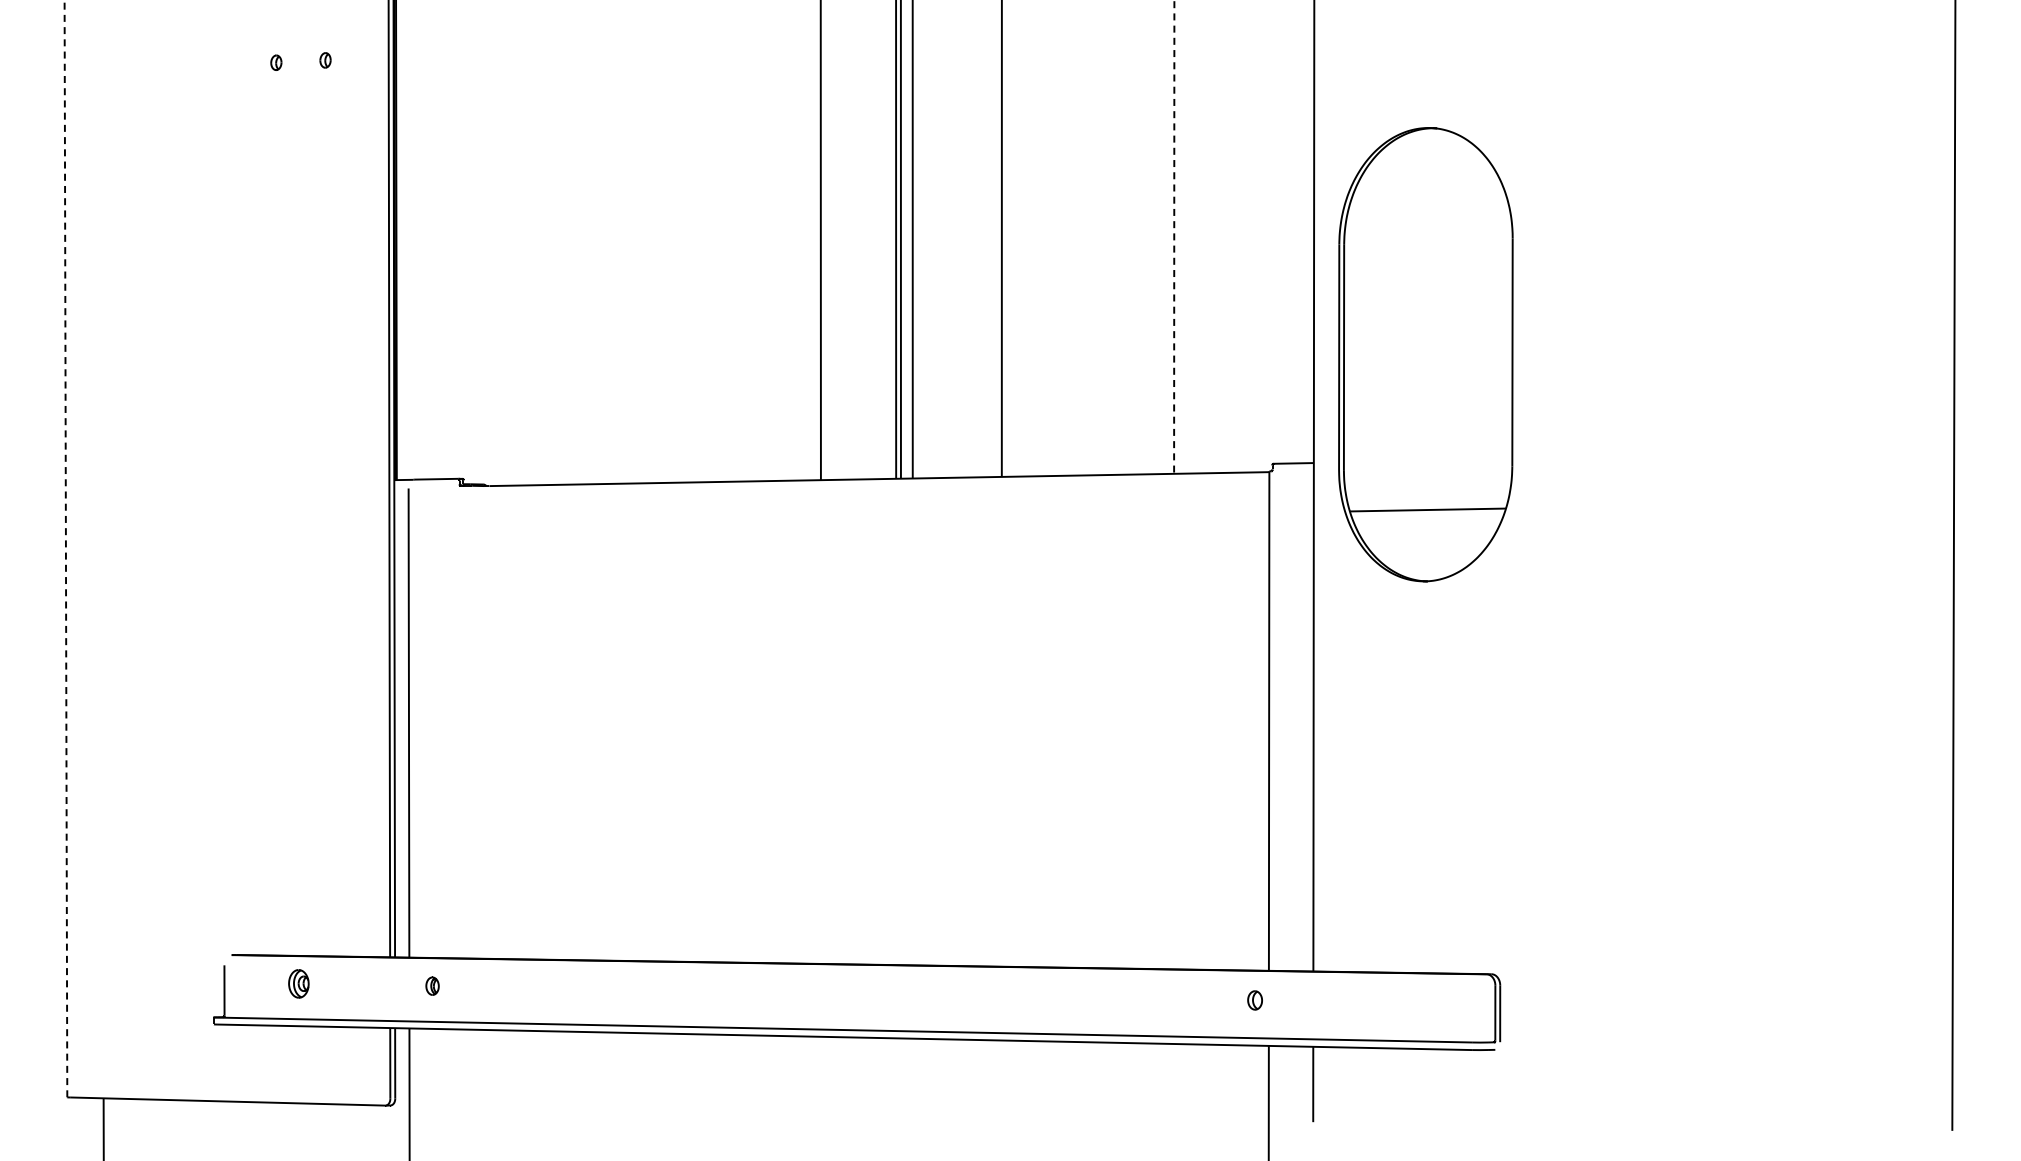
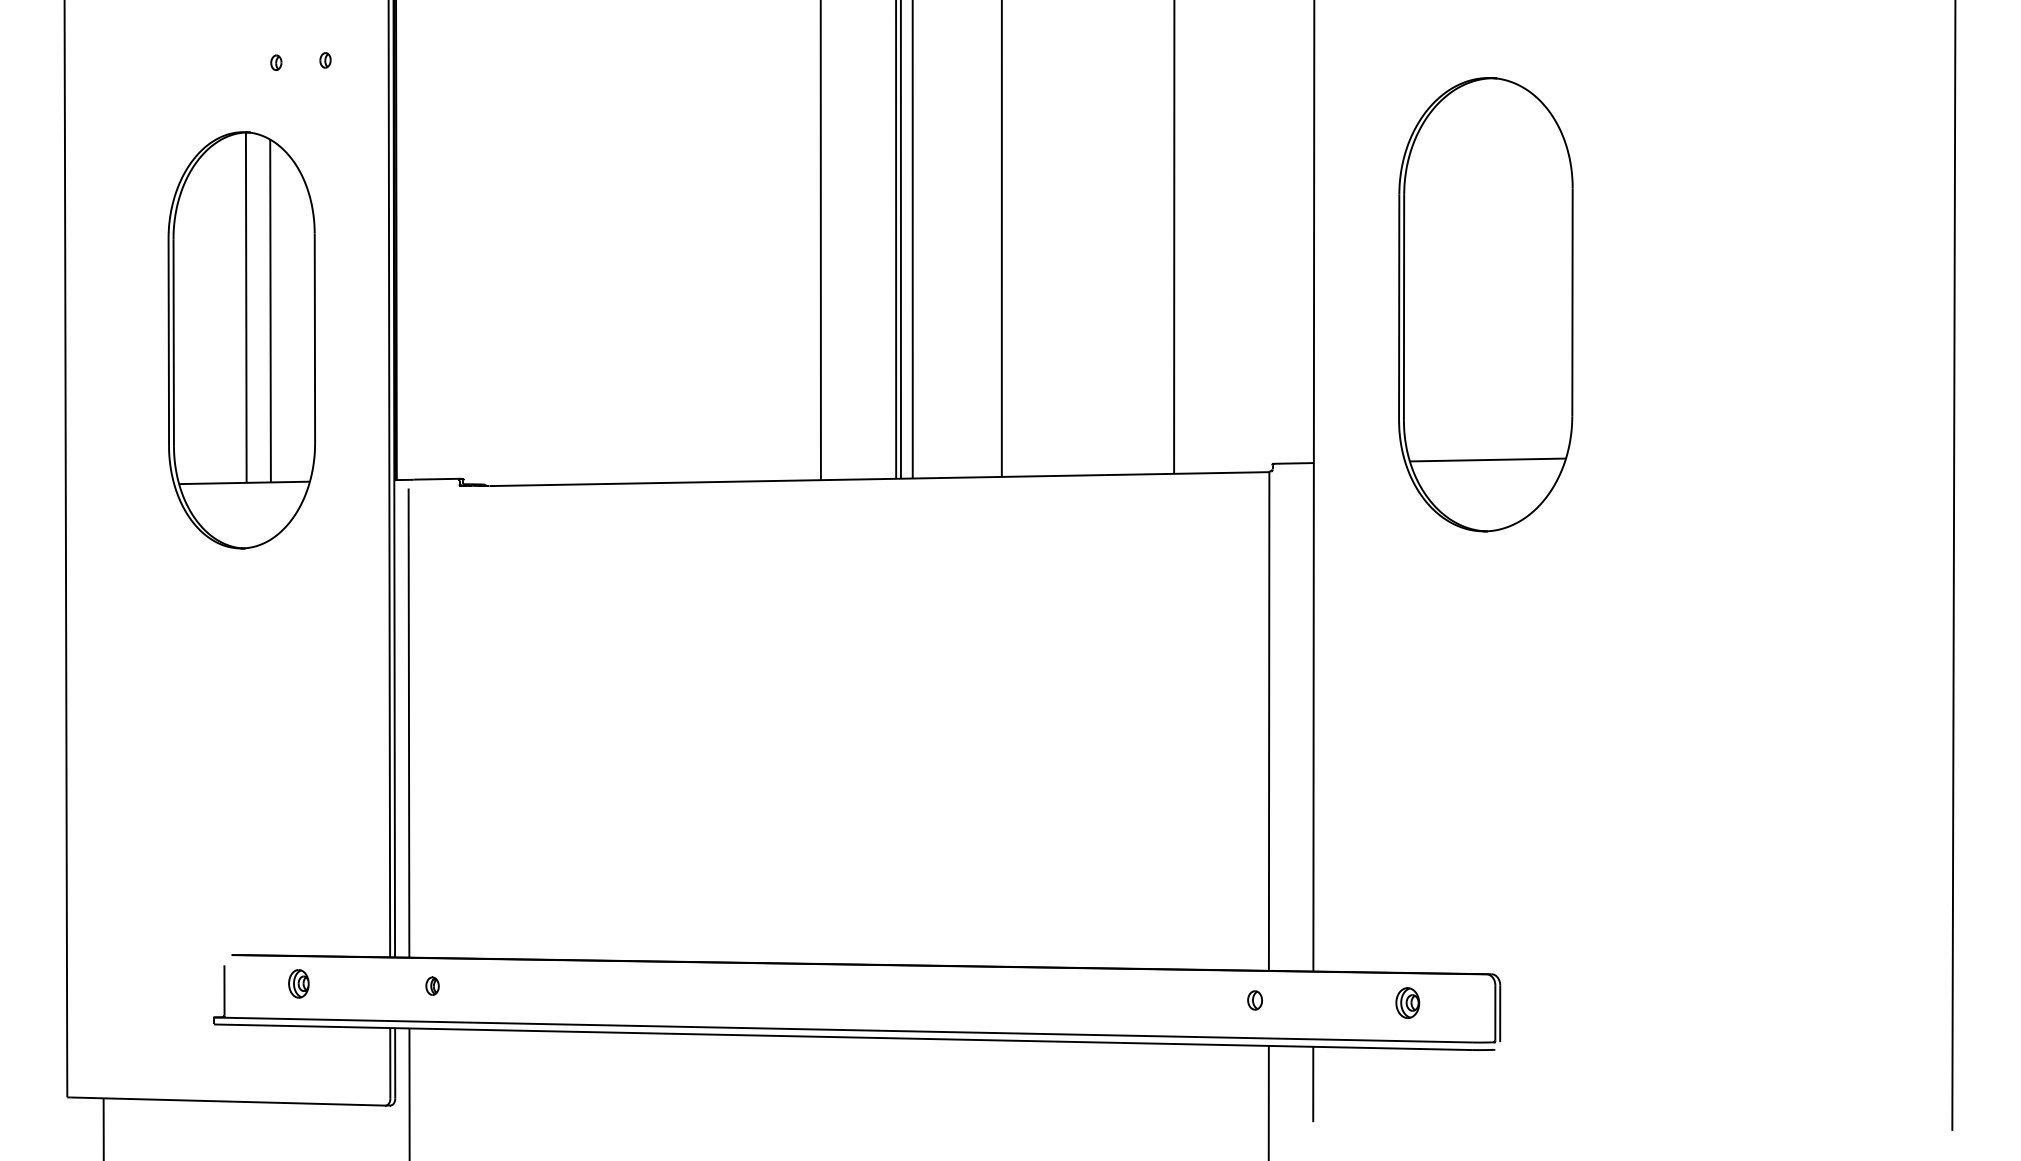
line at (1174, 237): dashed -> solid
part at (241, 340): none -> present
part at (1425, 354) position: (1425, 354) -> (1485, 304)
line at (65, 548): dashed -> solid
part at (1407, 1002): none -> present
